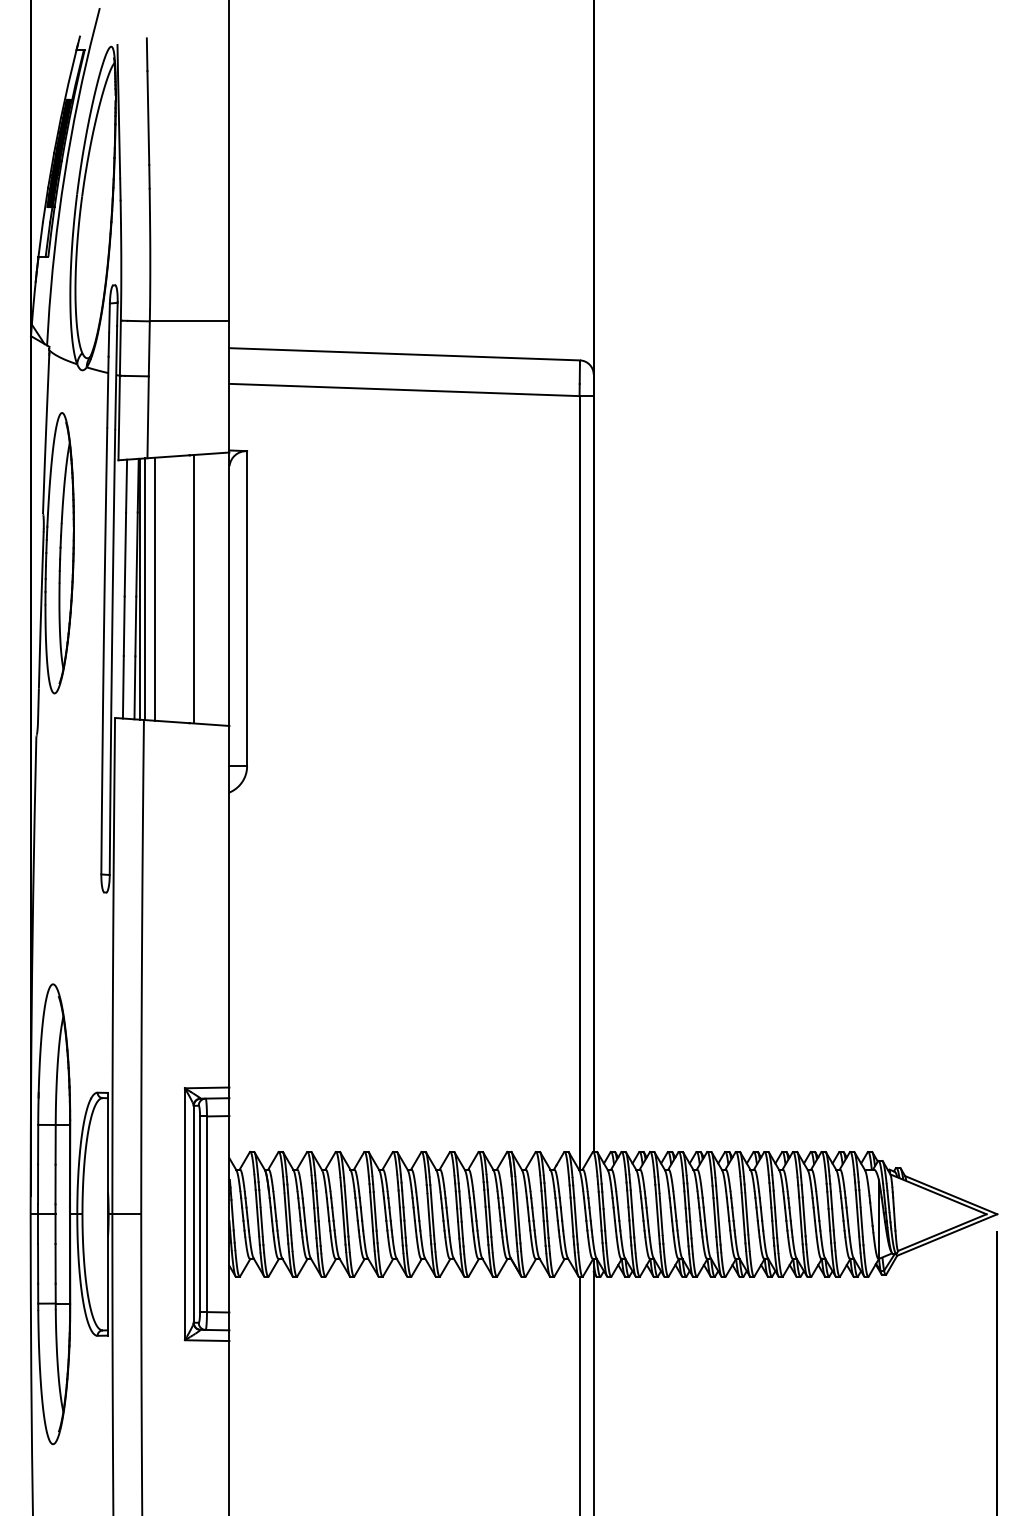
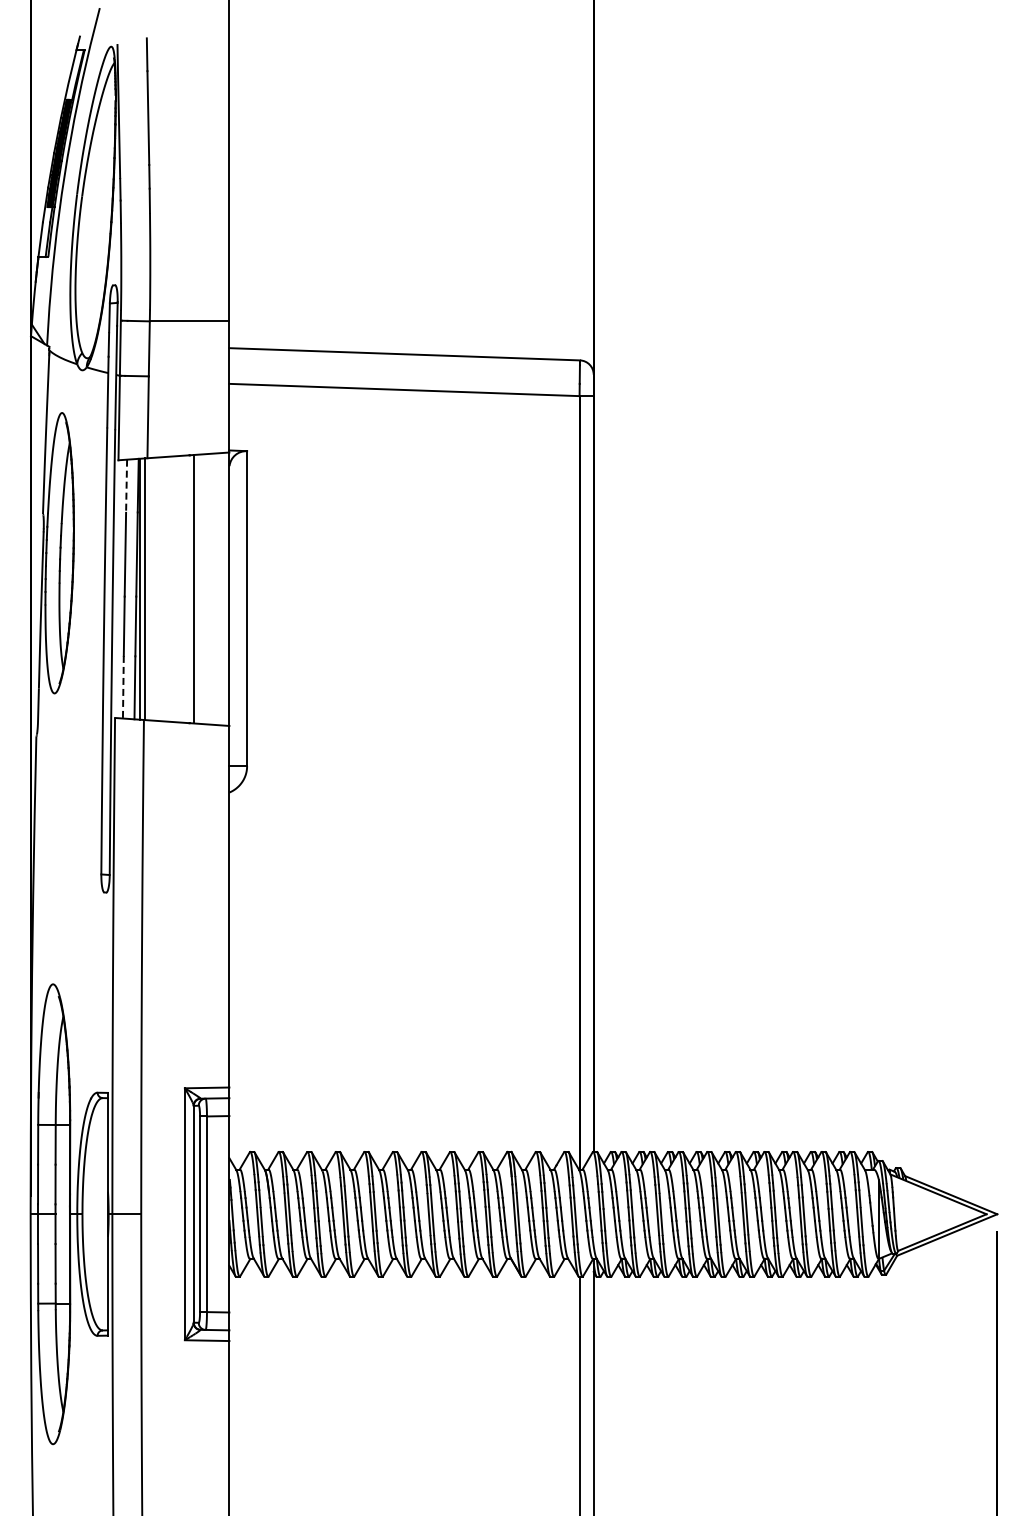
line at (126, 486): solid -> dashed
line at (155, 588): present -> none
line at (123, 687): solid -> dashed
